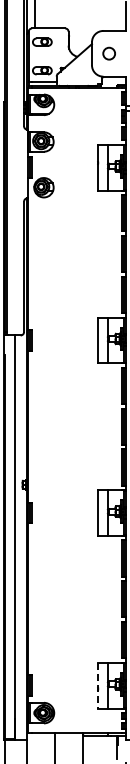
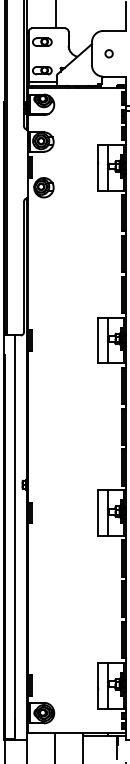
line at (35, 15) position: (35, 15) -> (56, 15)
circle at (108, 53) size: 14x15 px -> 10x10 px
line at (97, 685): dashed -> solid
